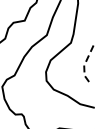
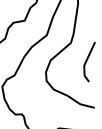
line at (85, 62): dashed -> solid
